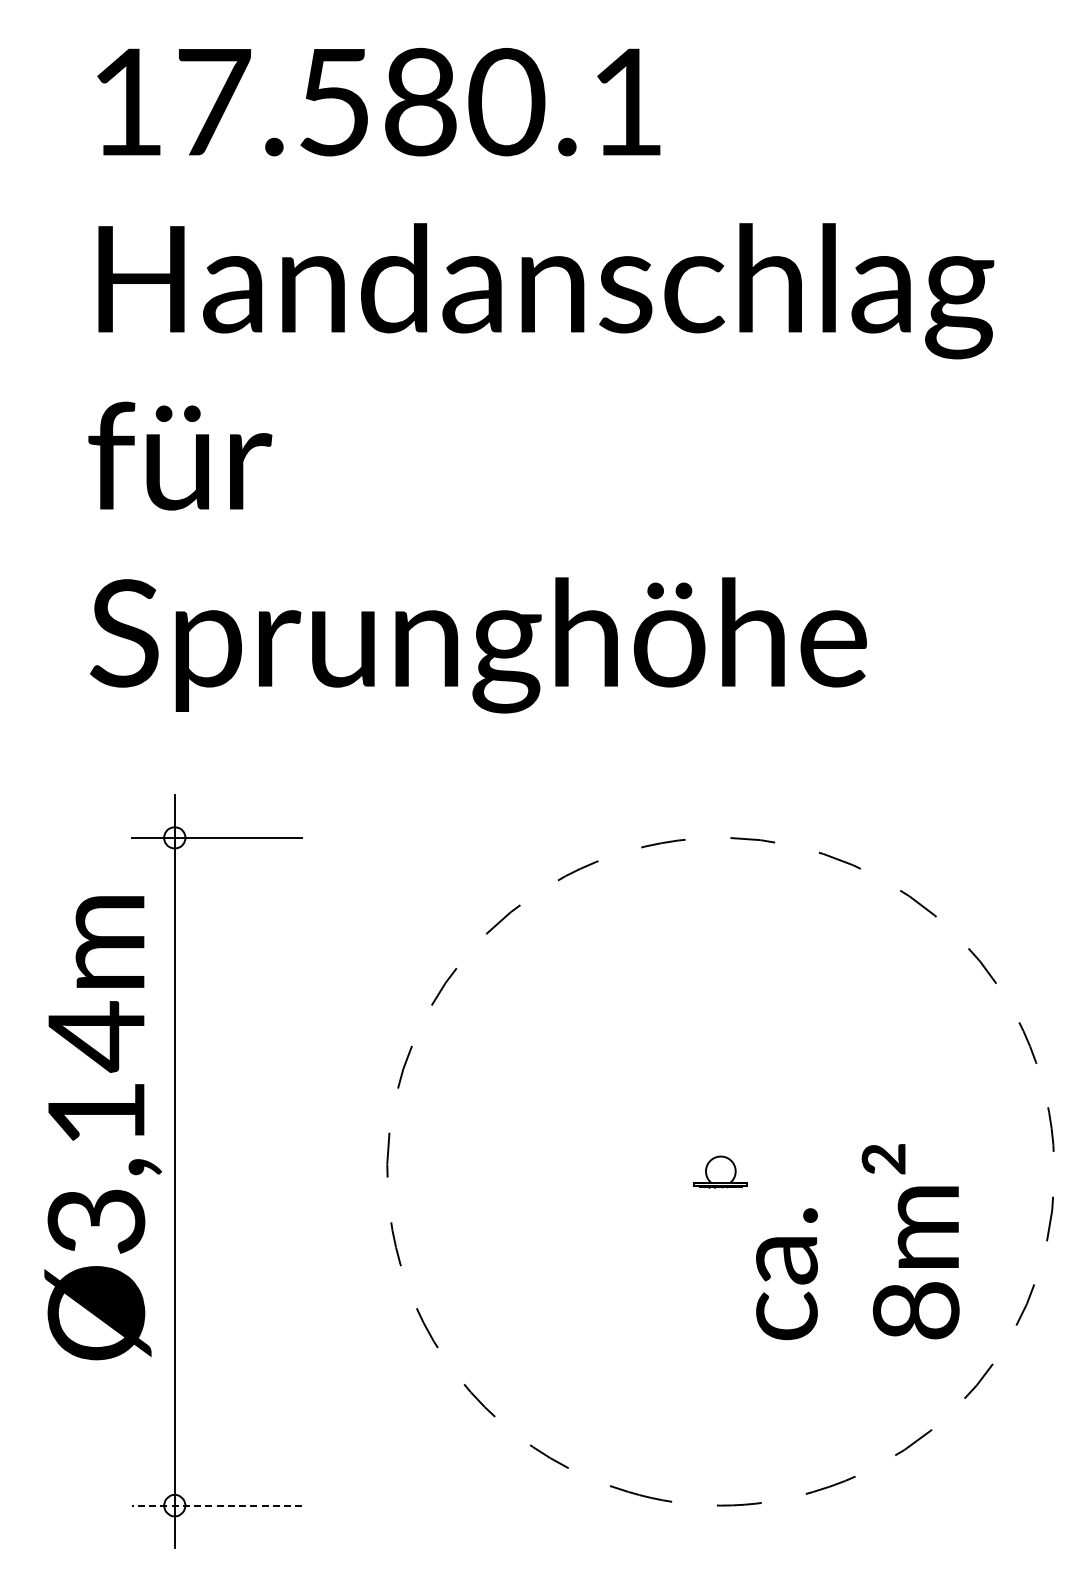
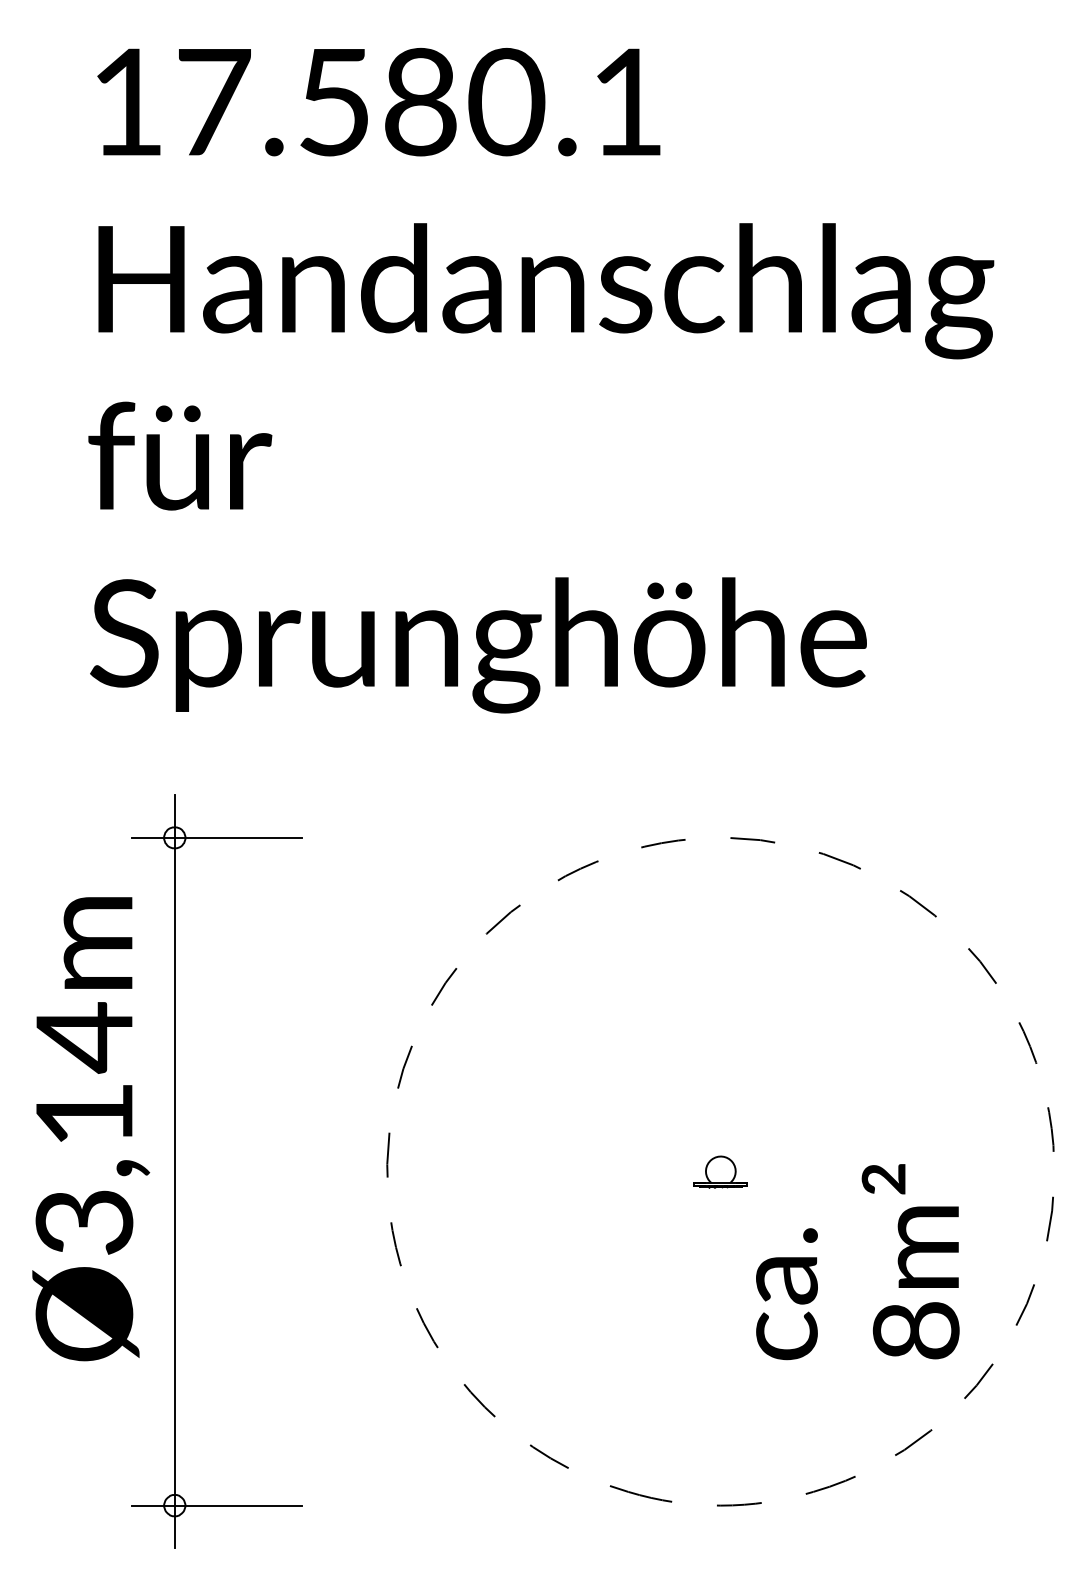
text at (103, 1128) position: (103, 1128) -> (91, 1129)
text at (857, 1242) position: (857, 1242) -> (857, 1262)
line at (217, 1505): dashed -> solid
